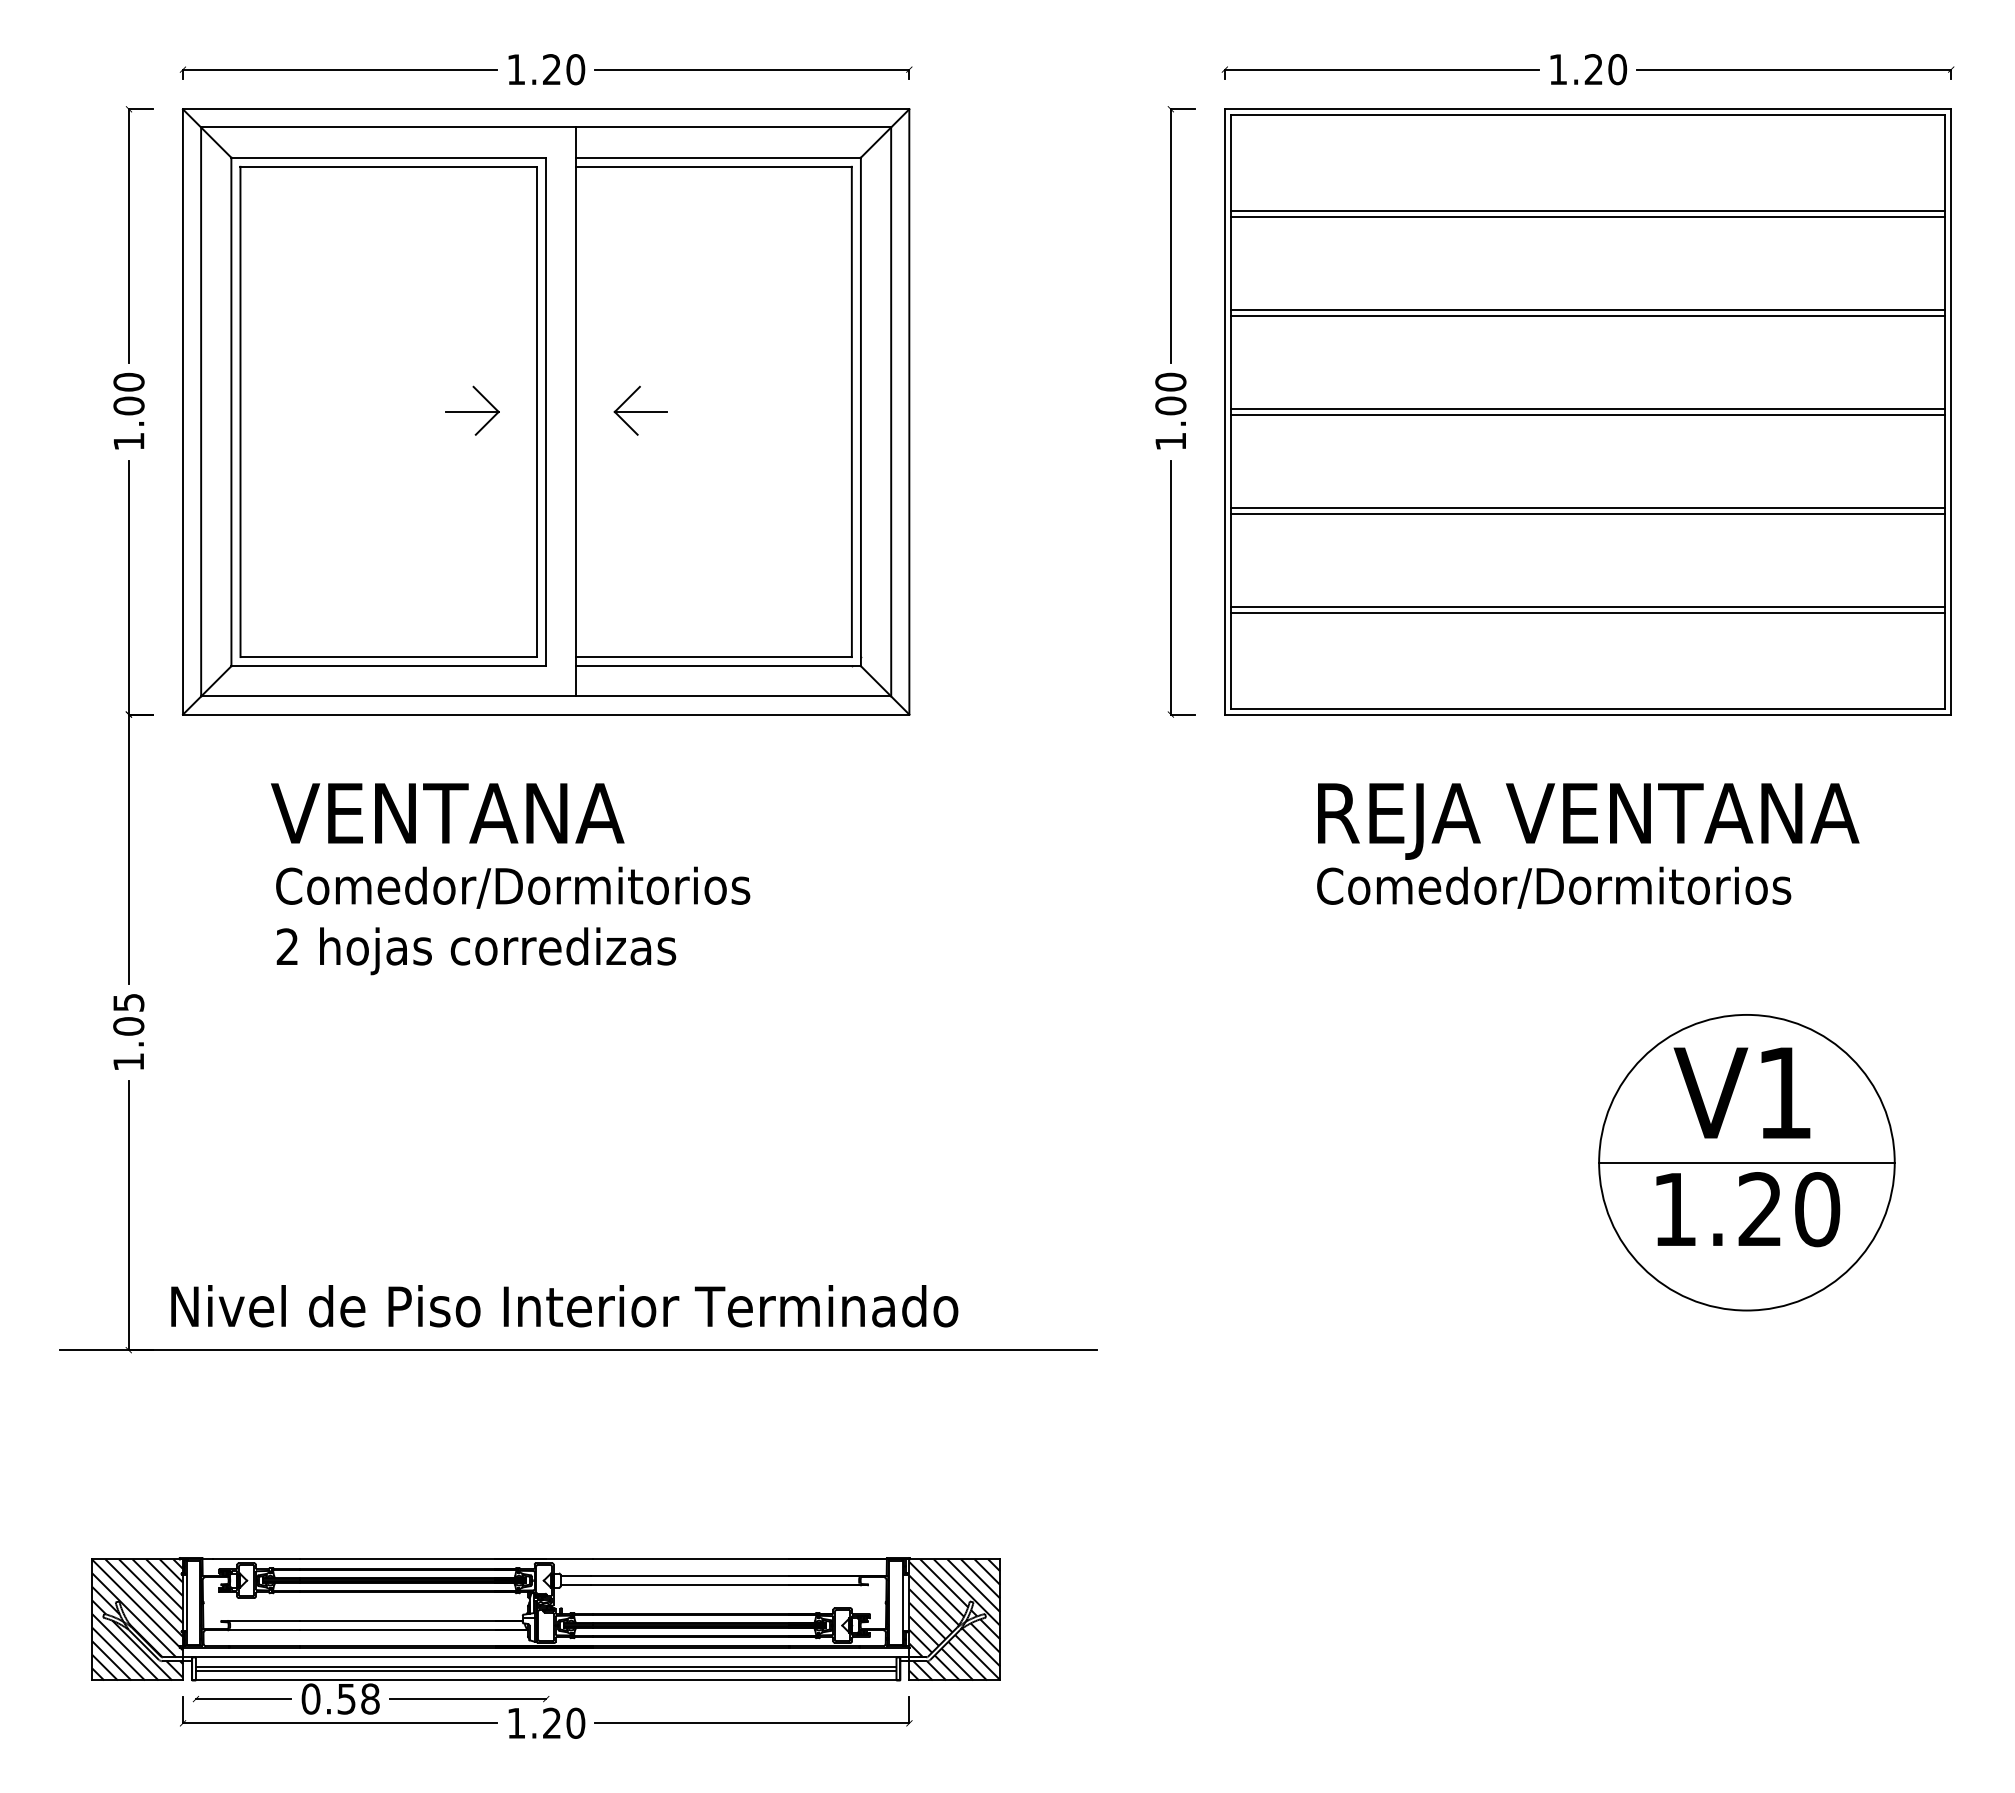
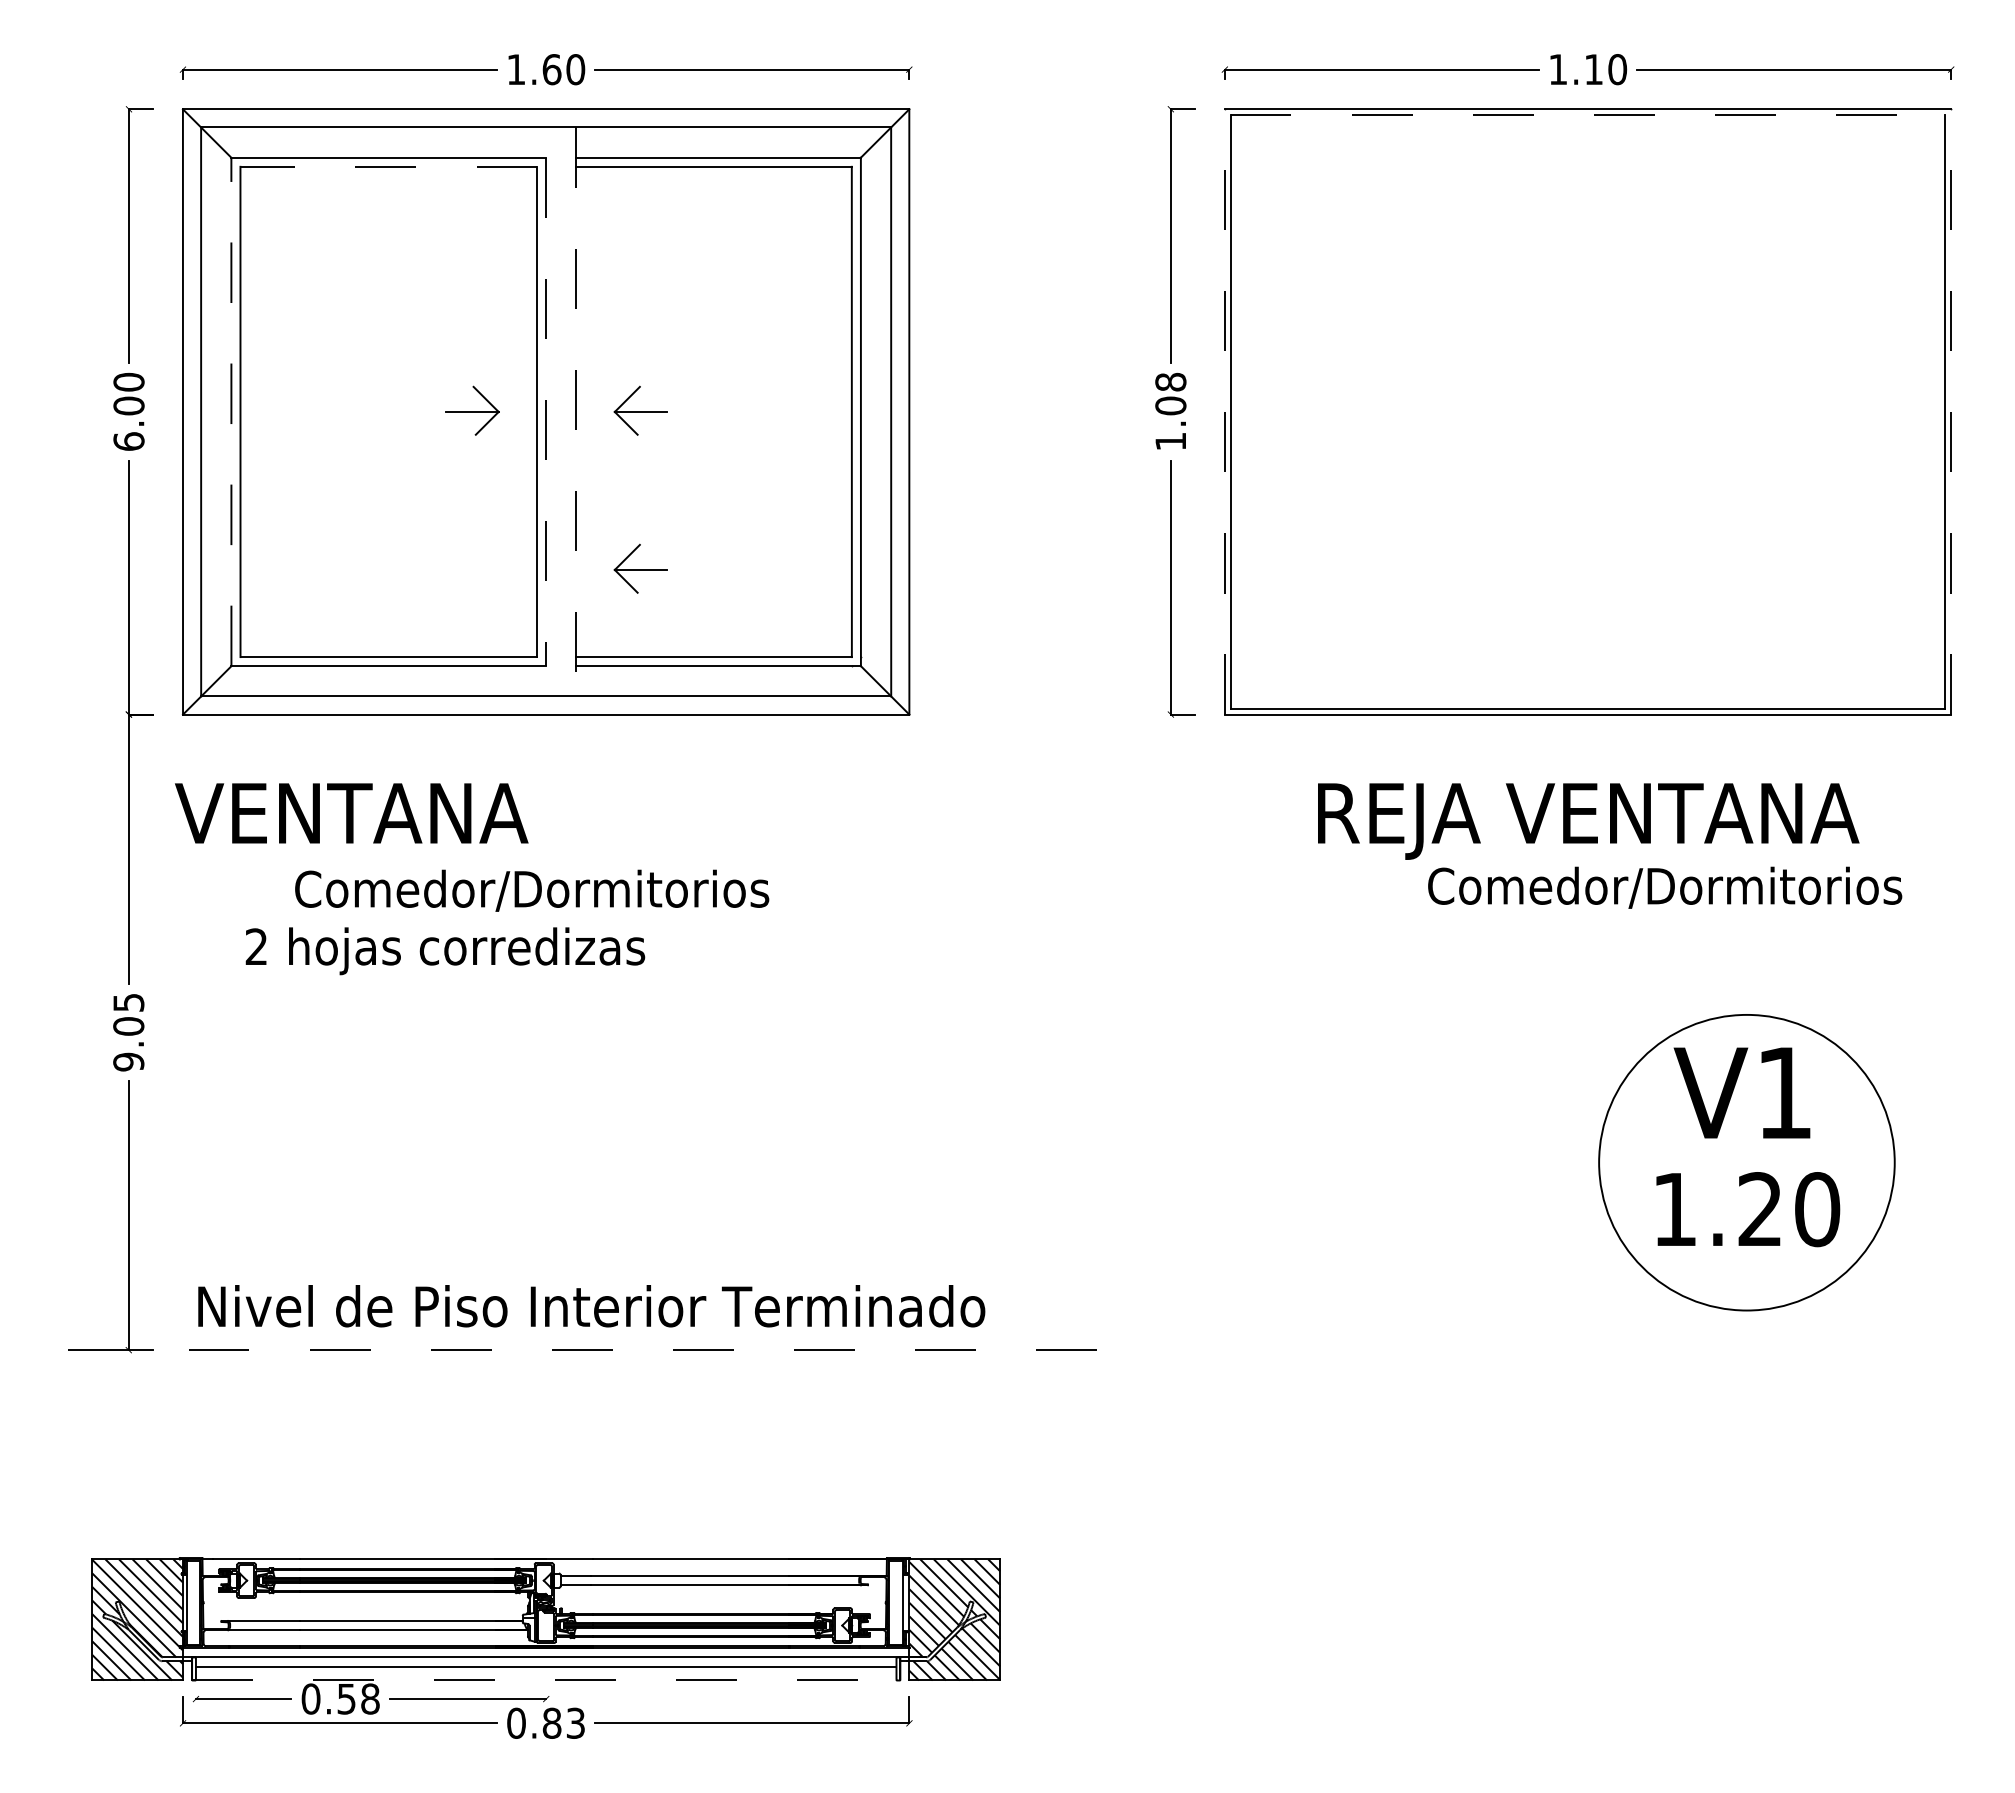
text at (551, 69): 1.20 -> 1.60
text at (1593, 69): 1.20 -> 1.10
line at (1588, 115): solid -> dashed
line at (388, 166): solid -> dashed
line at (1587, 211): present -> none
line at (1587, 217): present -> none
line at (1587, 310): present -> none
line at (1587, 316): present -> none
text at (1170, 381): 1.00 -> 1.08
line at (1587, 408): present -> none
line at (231, 411): solid -> dashed
line at (1224, 411): solid -> dashed
line at (1951, 411): solid -> dashed
line at (546, 412): solid -> dashed
line at (576, 412): solid -> dashed
line at (1587, 414): present -> none
text at (128, 441): 1.00 -> 6.00
line at (1587, 507): present -> none
line at (1587, 513): present -> none
part at (640, 568): none -> present
line at (1587, 606): present -> none
line at (1587, 612): present -> none
text at (447, 813) position: (447, 813) -> (351, 813)
text at (513, 887) position: (513, 887) -> (532, 890)
text at (1554, 887) position: (1554, 887) -> (1665, 887)
text at (476, 951) position: (476, 951) -> (445, 951)
text at (128, 1061): 1.05 -> 9.05
line at (1746, 1162): present -> none
text at (564, 1306) position: (564, 1306) -> (591, 1306)
line at (578, 1350): solid -> dashed
line at (545, 1670): present -> none
line at (546, 1680): solid -> dashed
text at (546, 1722): 1.20 -> 0.83
